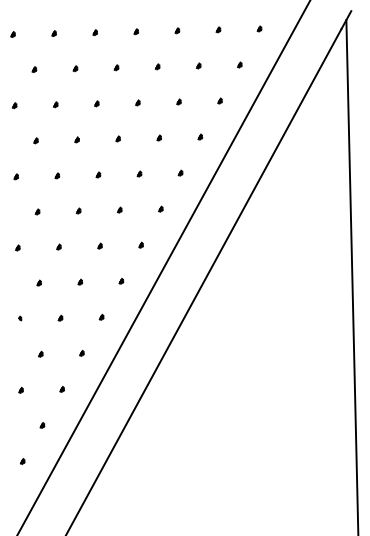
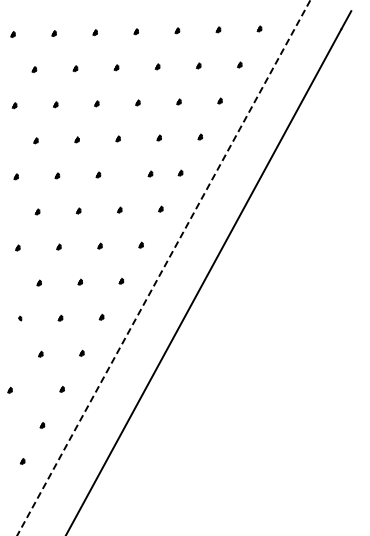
part at (139, 173) position: (139, 173) -> (150, 173)
line at (163, 268): solid -> dashed
line at (352, 276): present -> none
part at (20, 389) position: (20, 389) -> (9, 389)
